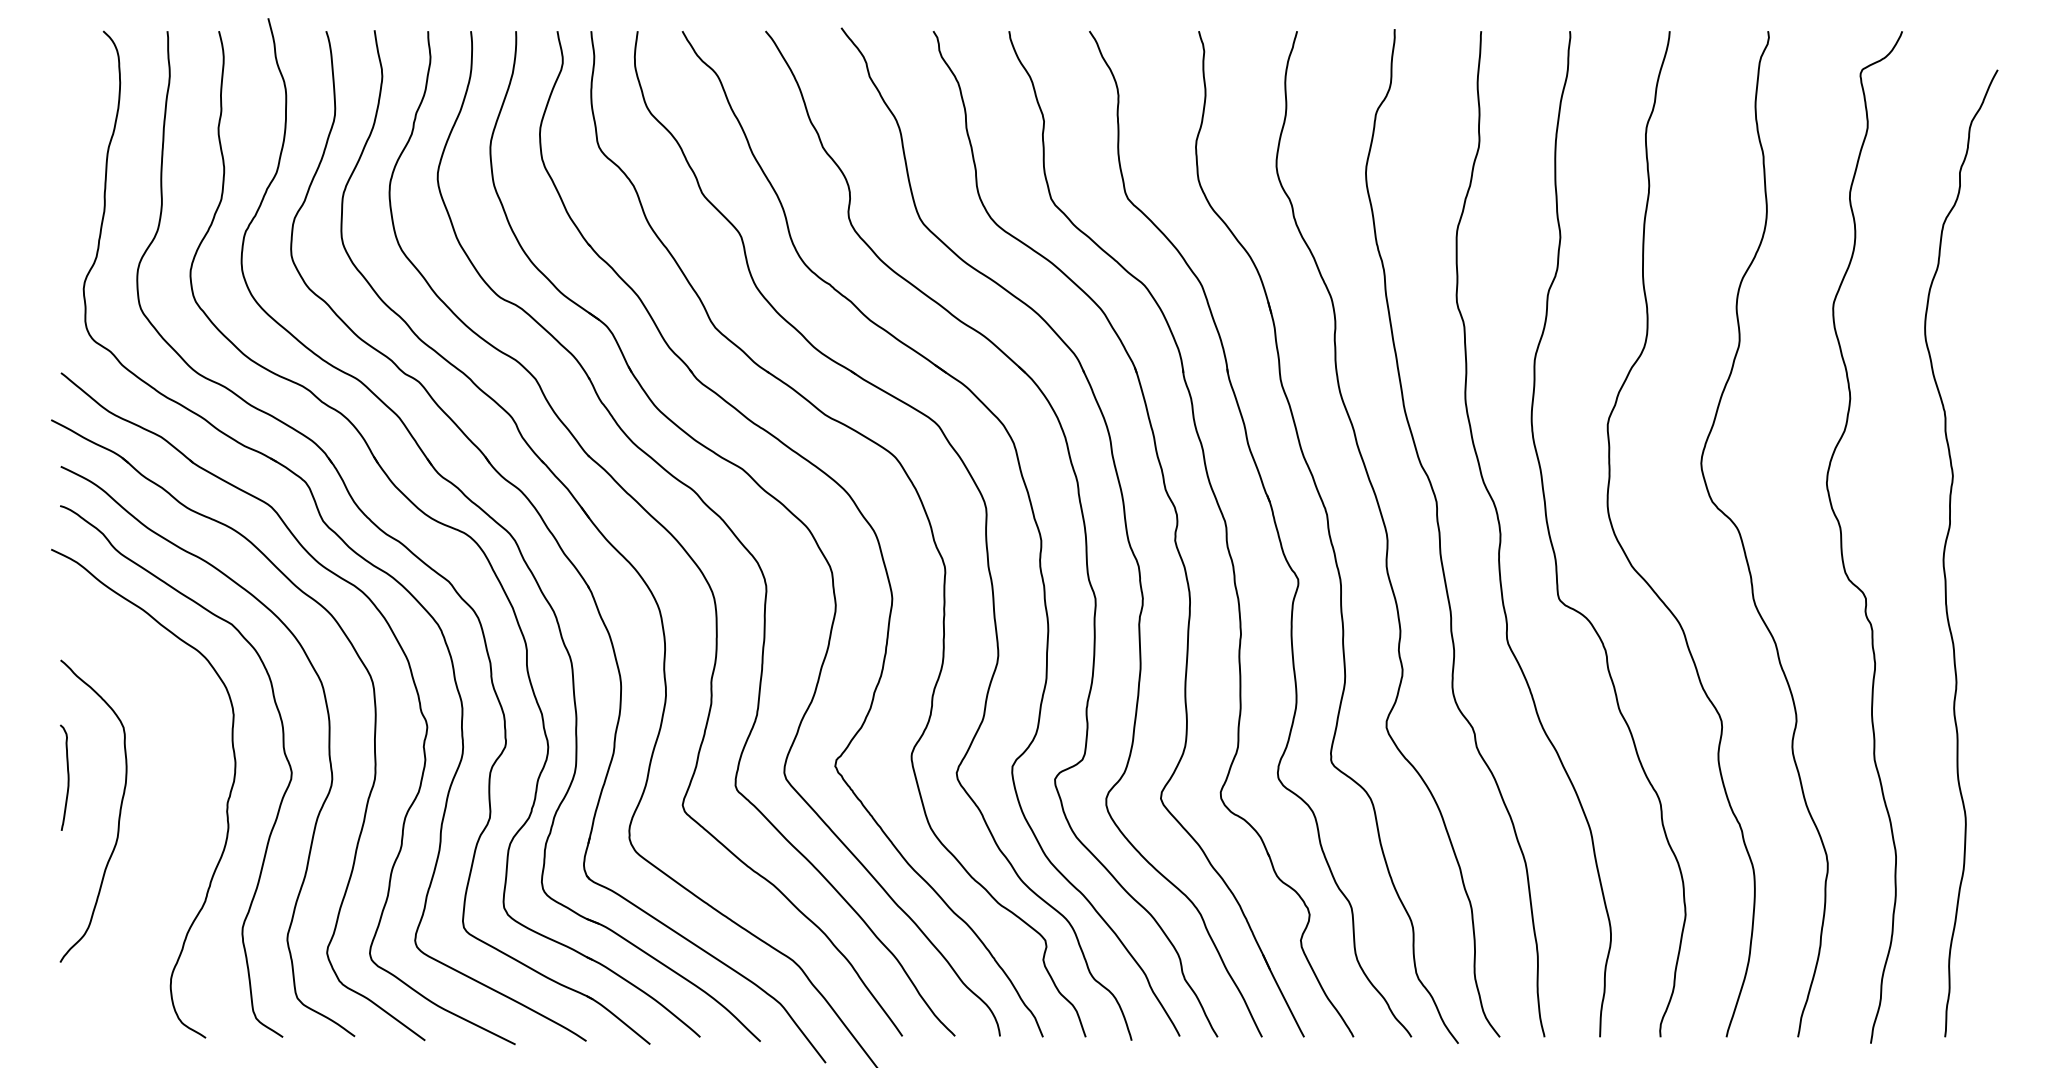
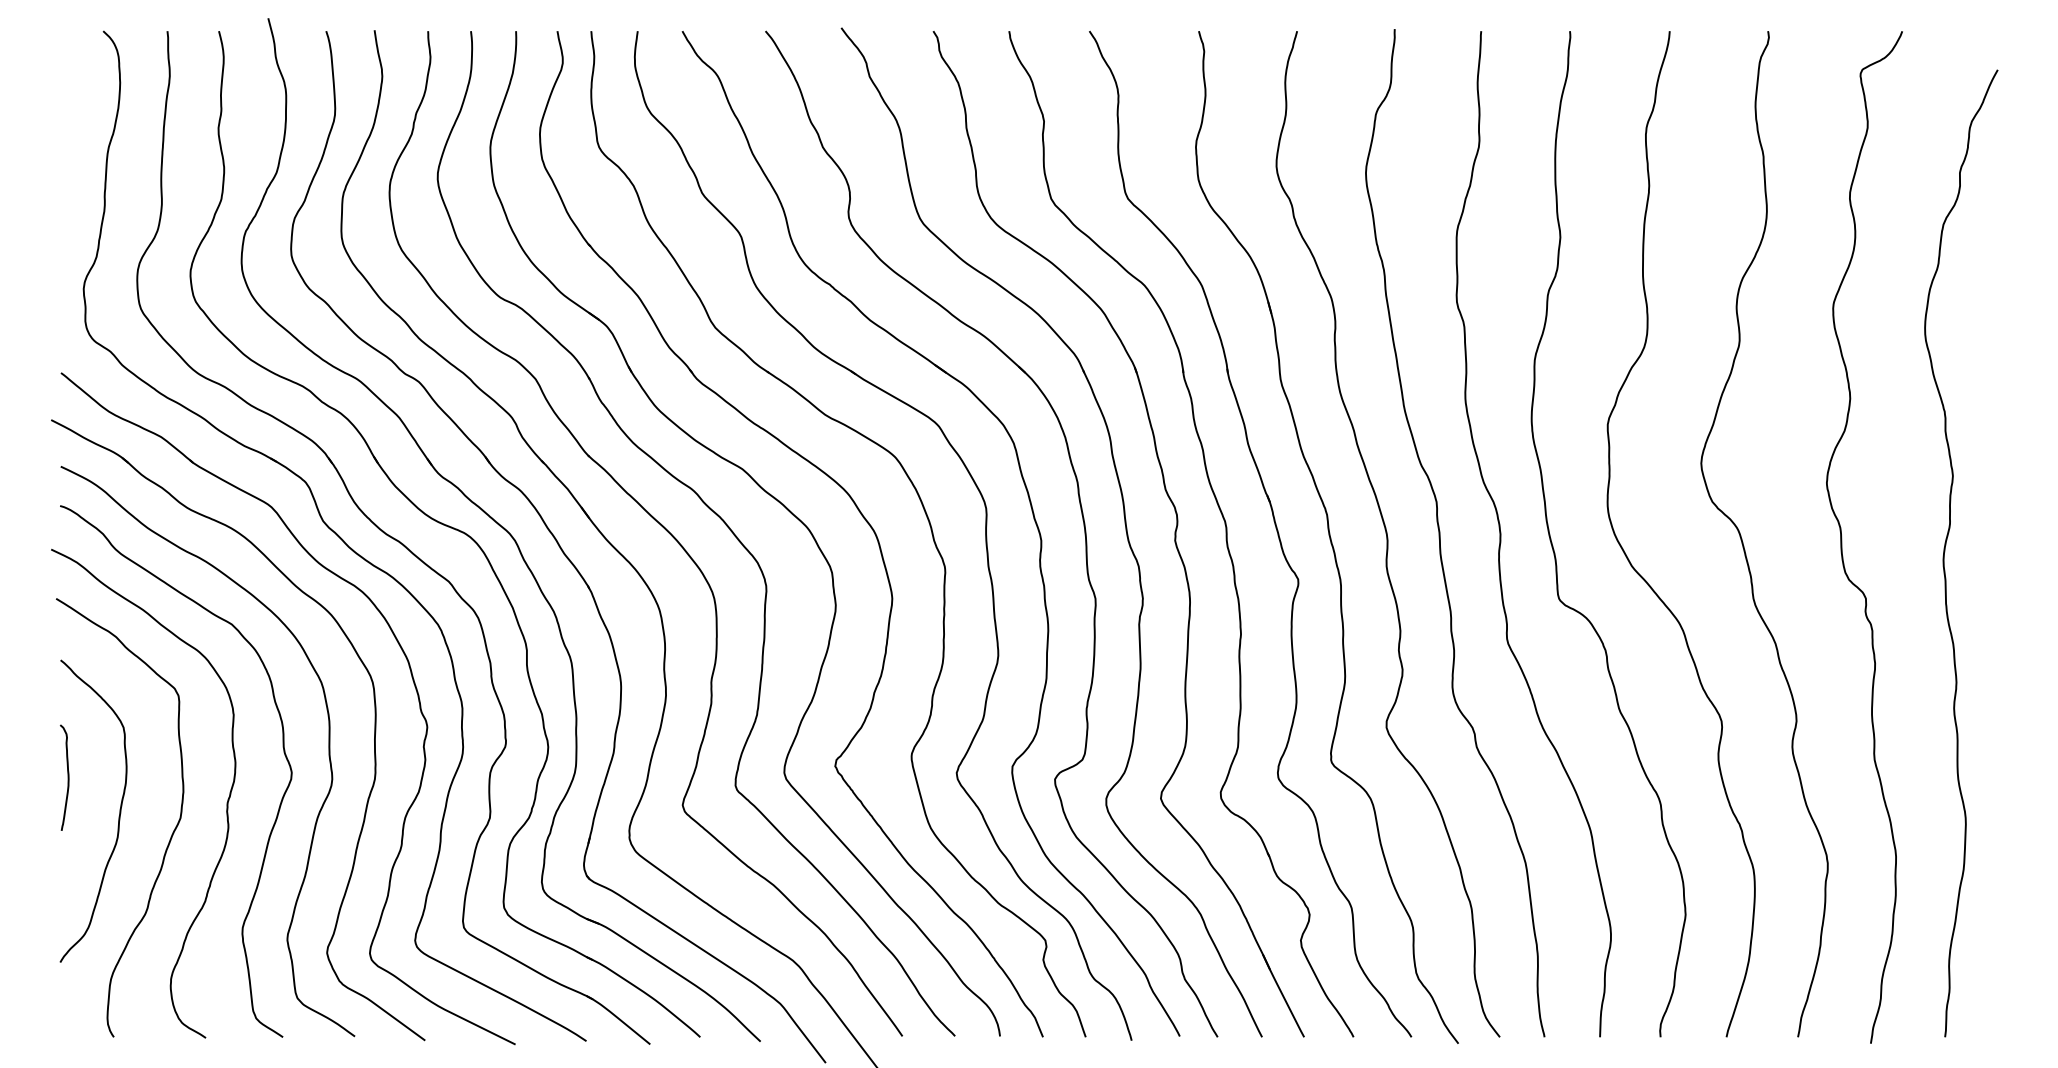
curve at (170, 836): none -> present
